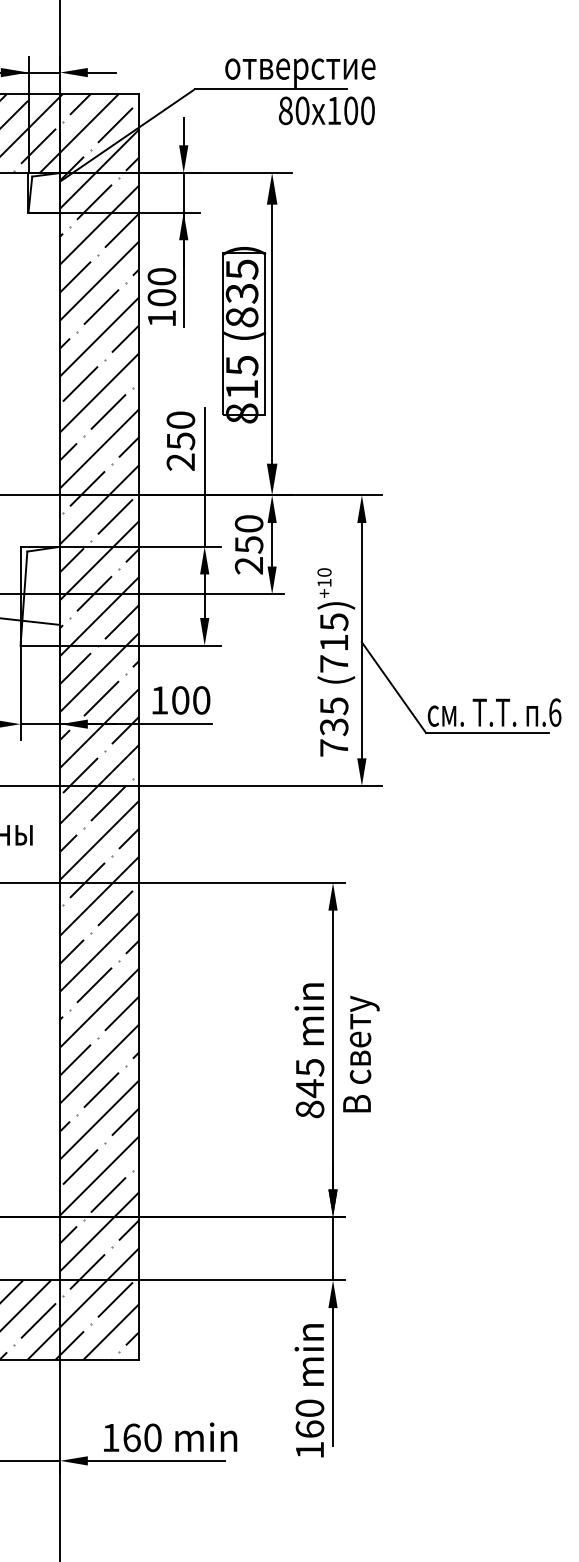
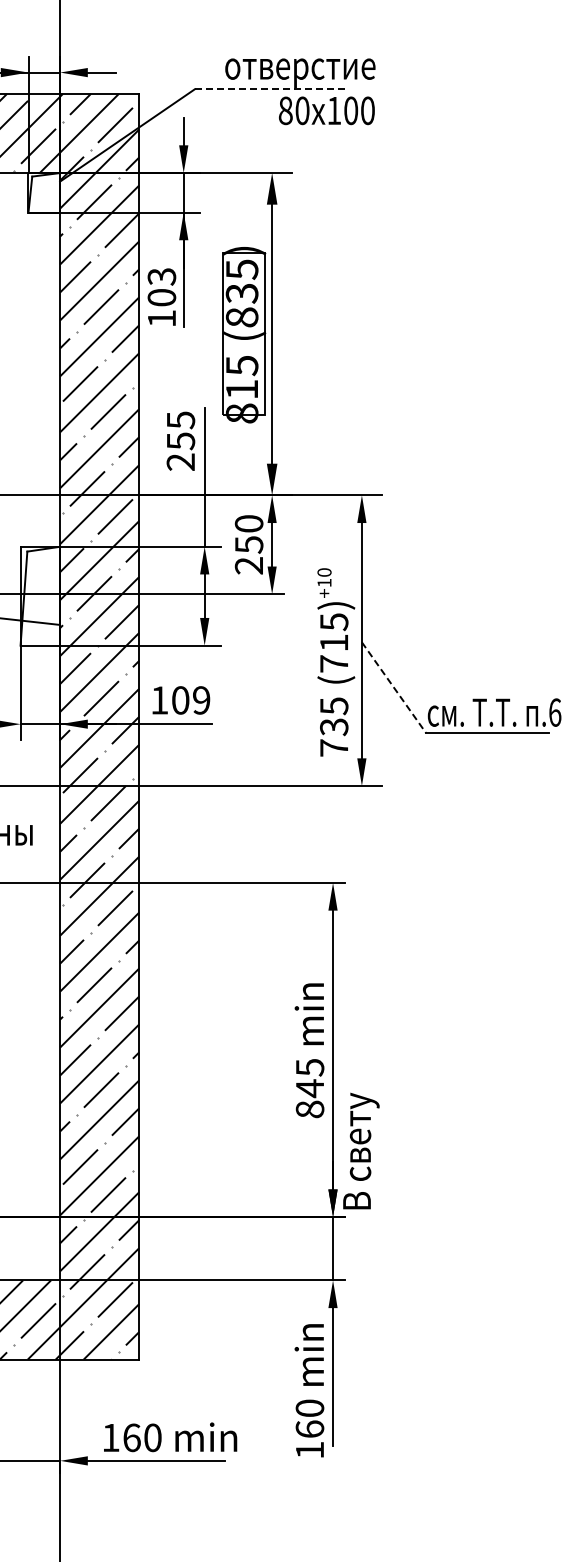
line at (270, 89): solid -> dashed
text at (161, 276): 100 -> 103
text at (180, 420): 250 -> 255
line at (393, 687): solid -> dashed
text at (201, 700): 100 -> 109
text at (361, 1053) position: (361, 1053) -> (361, 1150)
